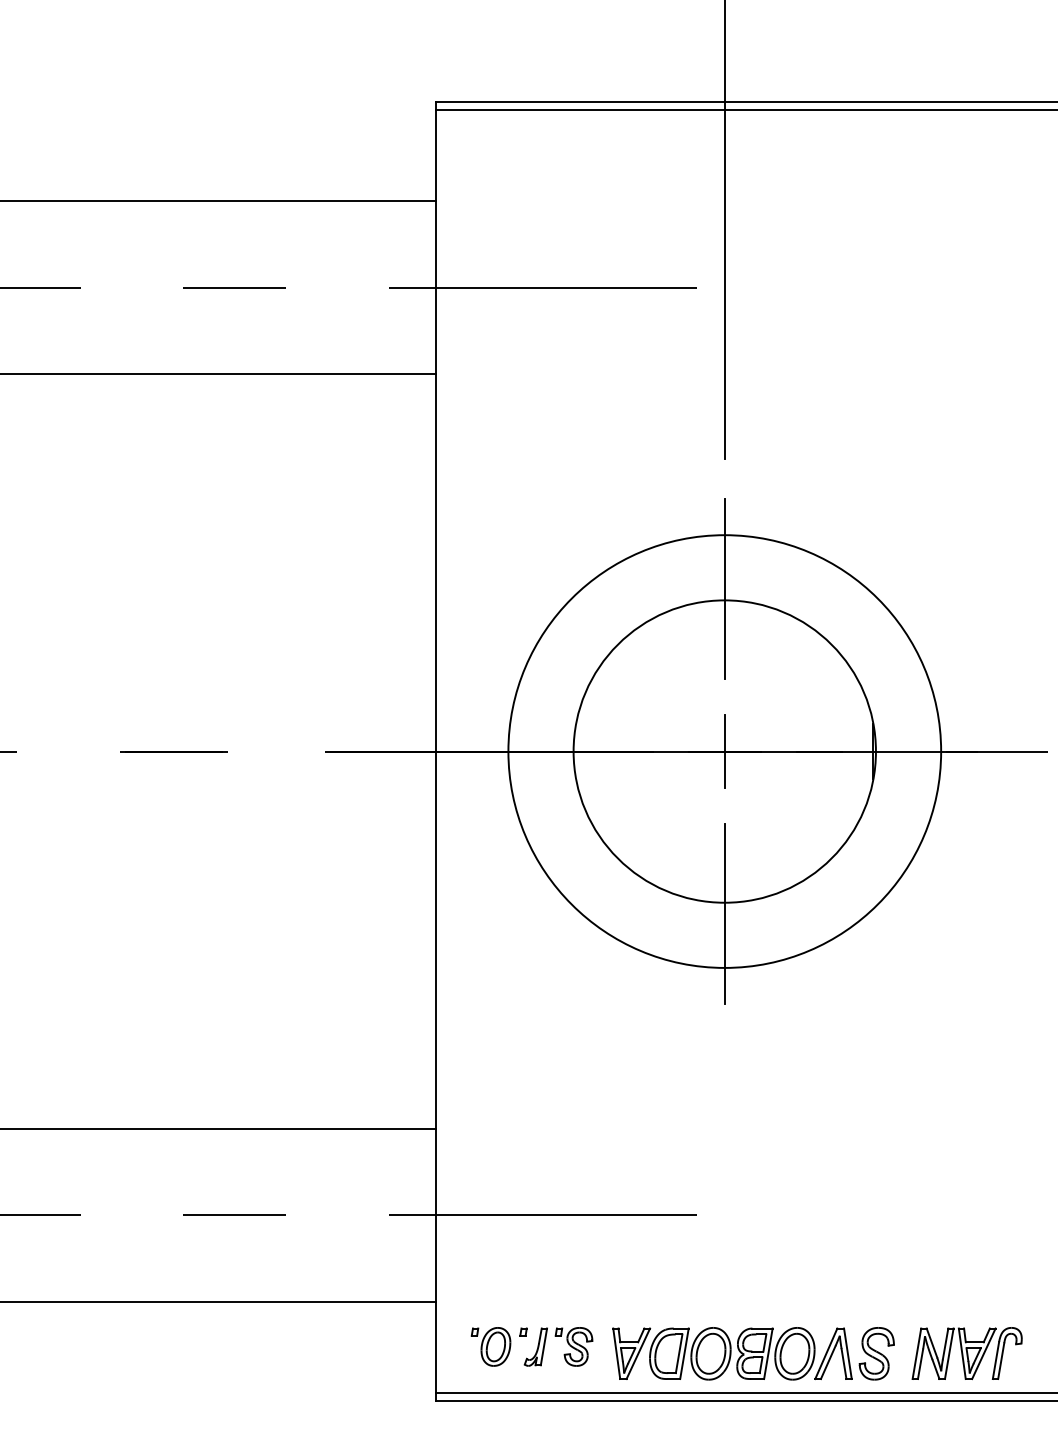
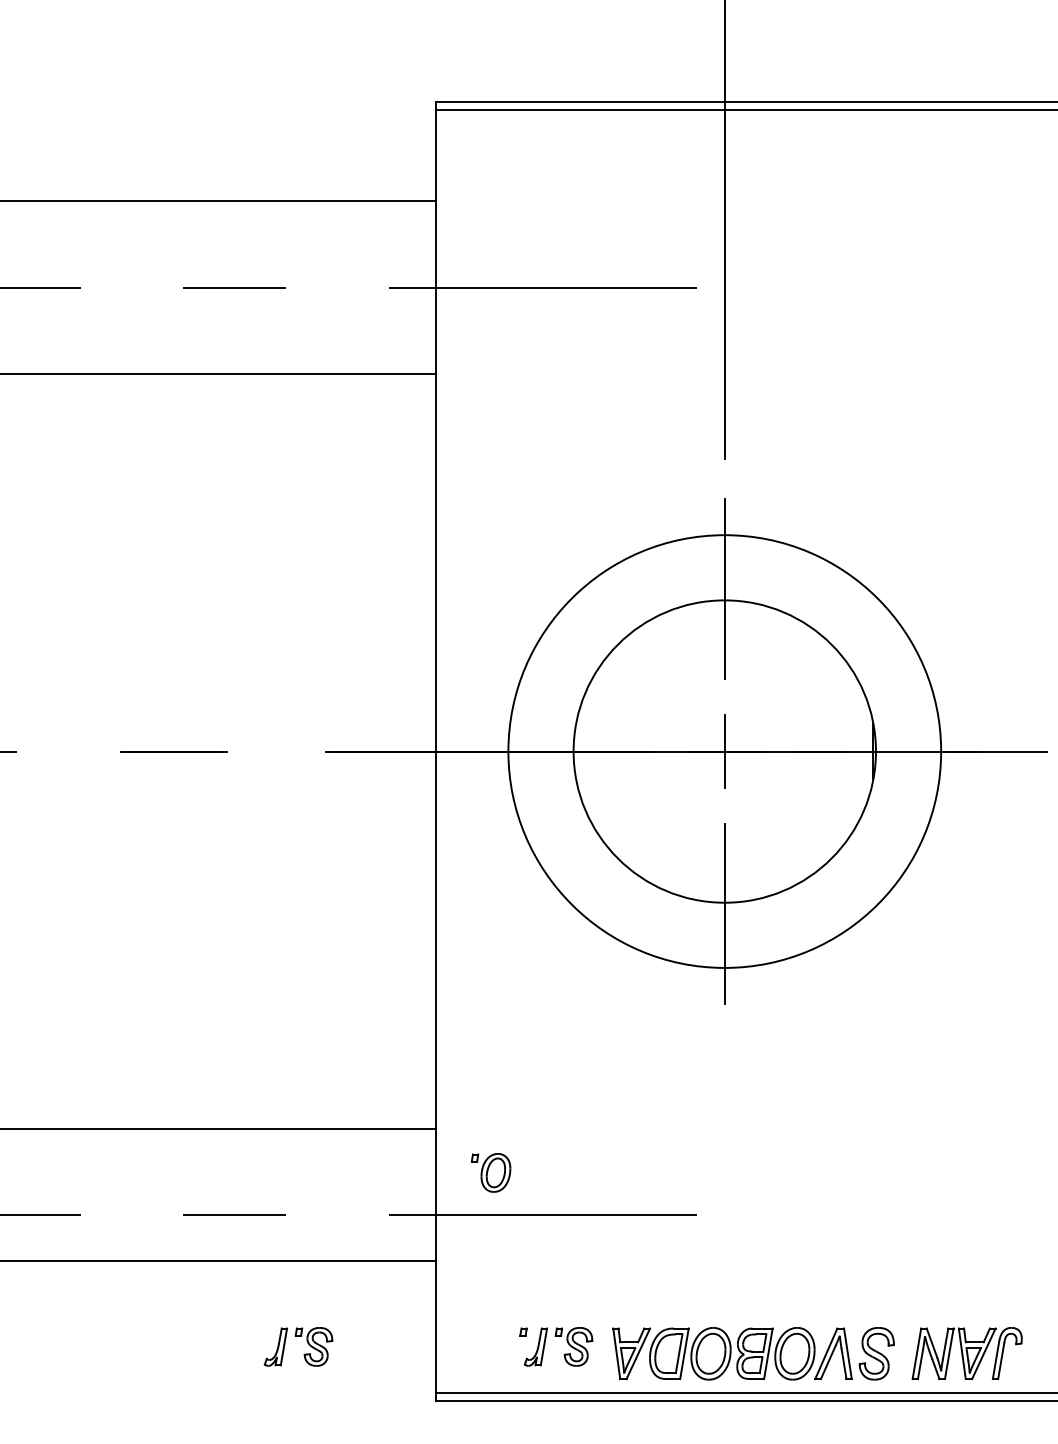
line at (219, 1301) position: (219, 1301) -> (219, 1260)
part at (490, 1346) position: (490, 1346) -> (490, 1172)
part at (304, 1353): none -> present
